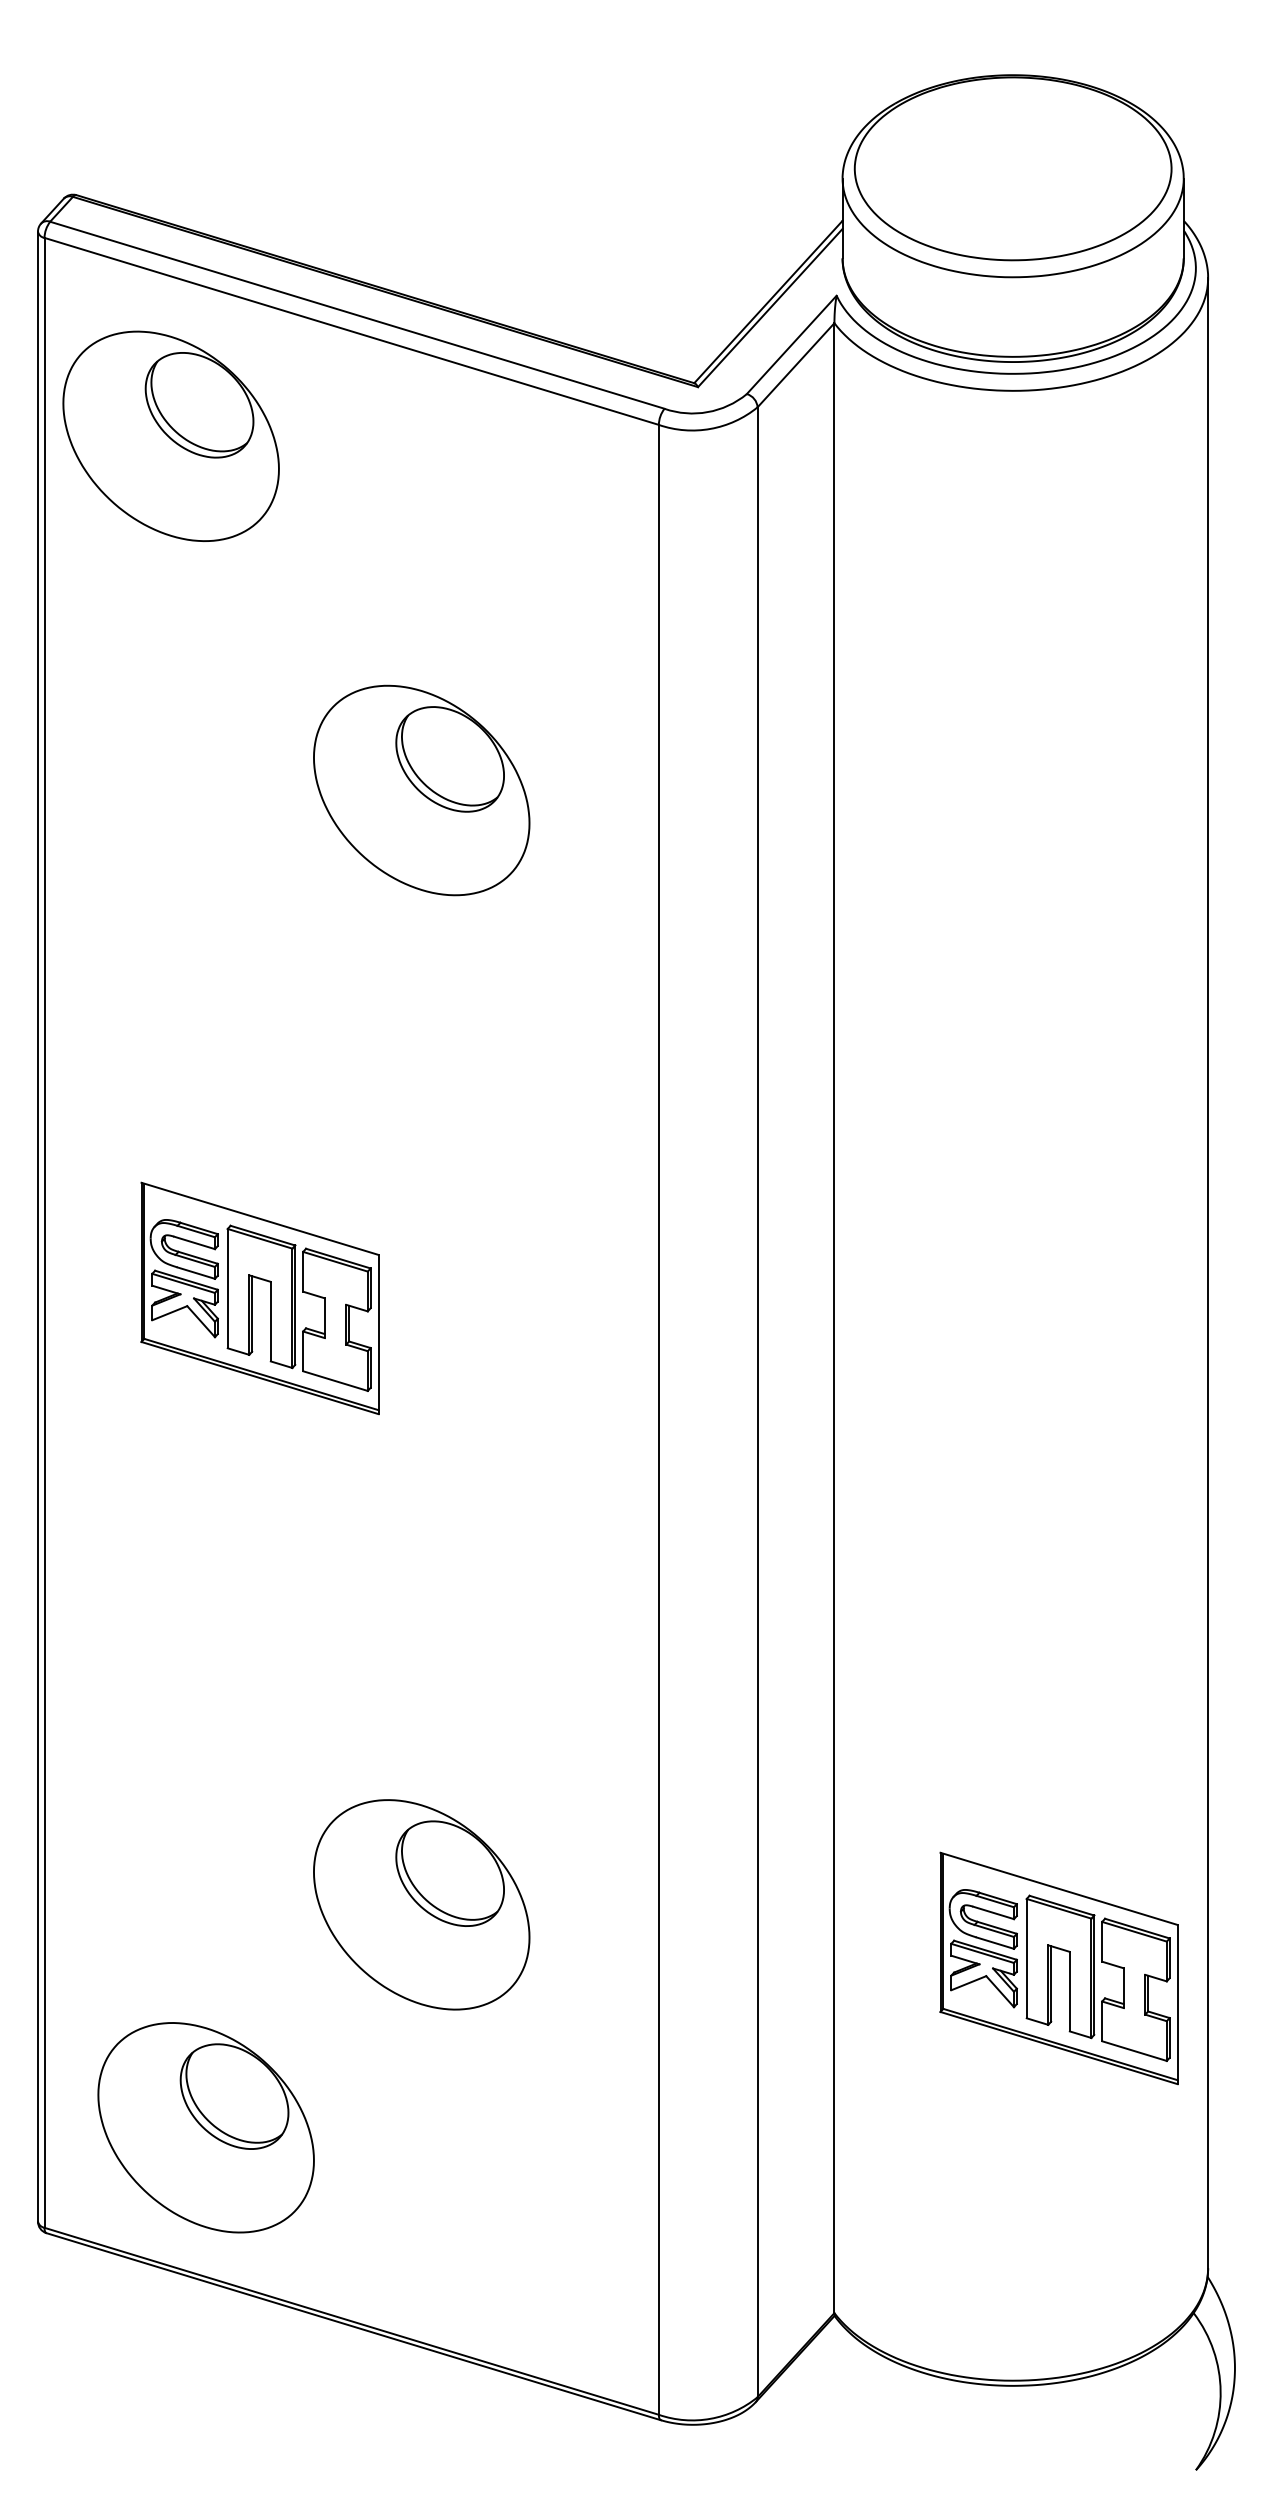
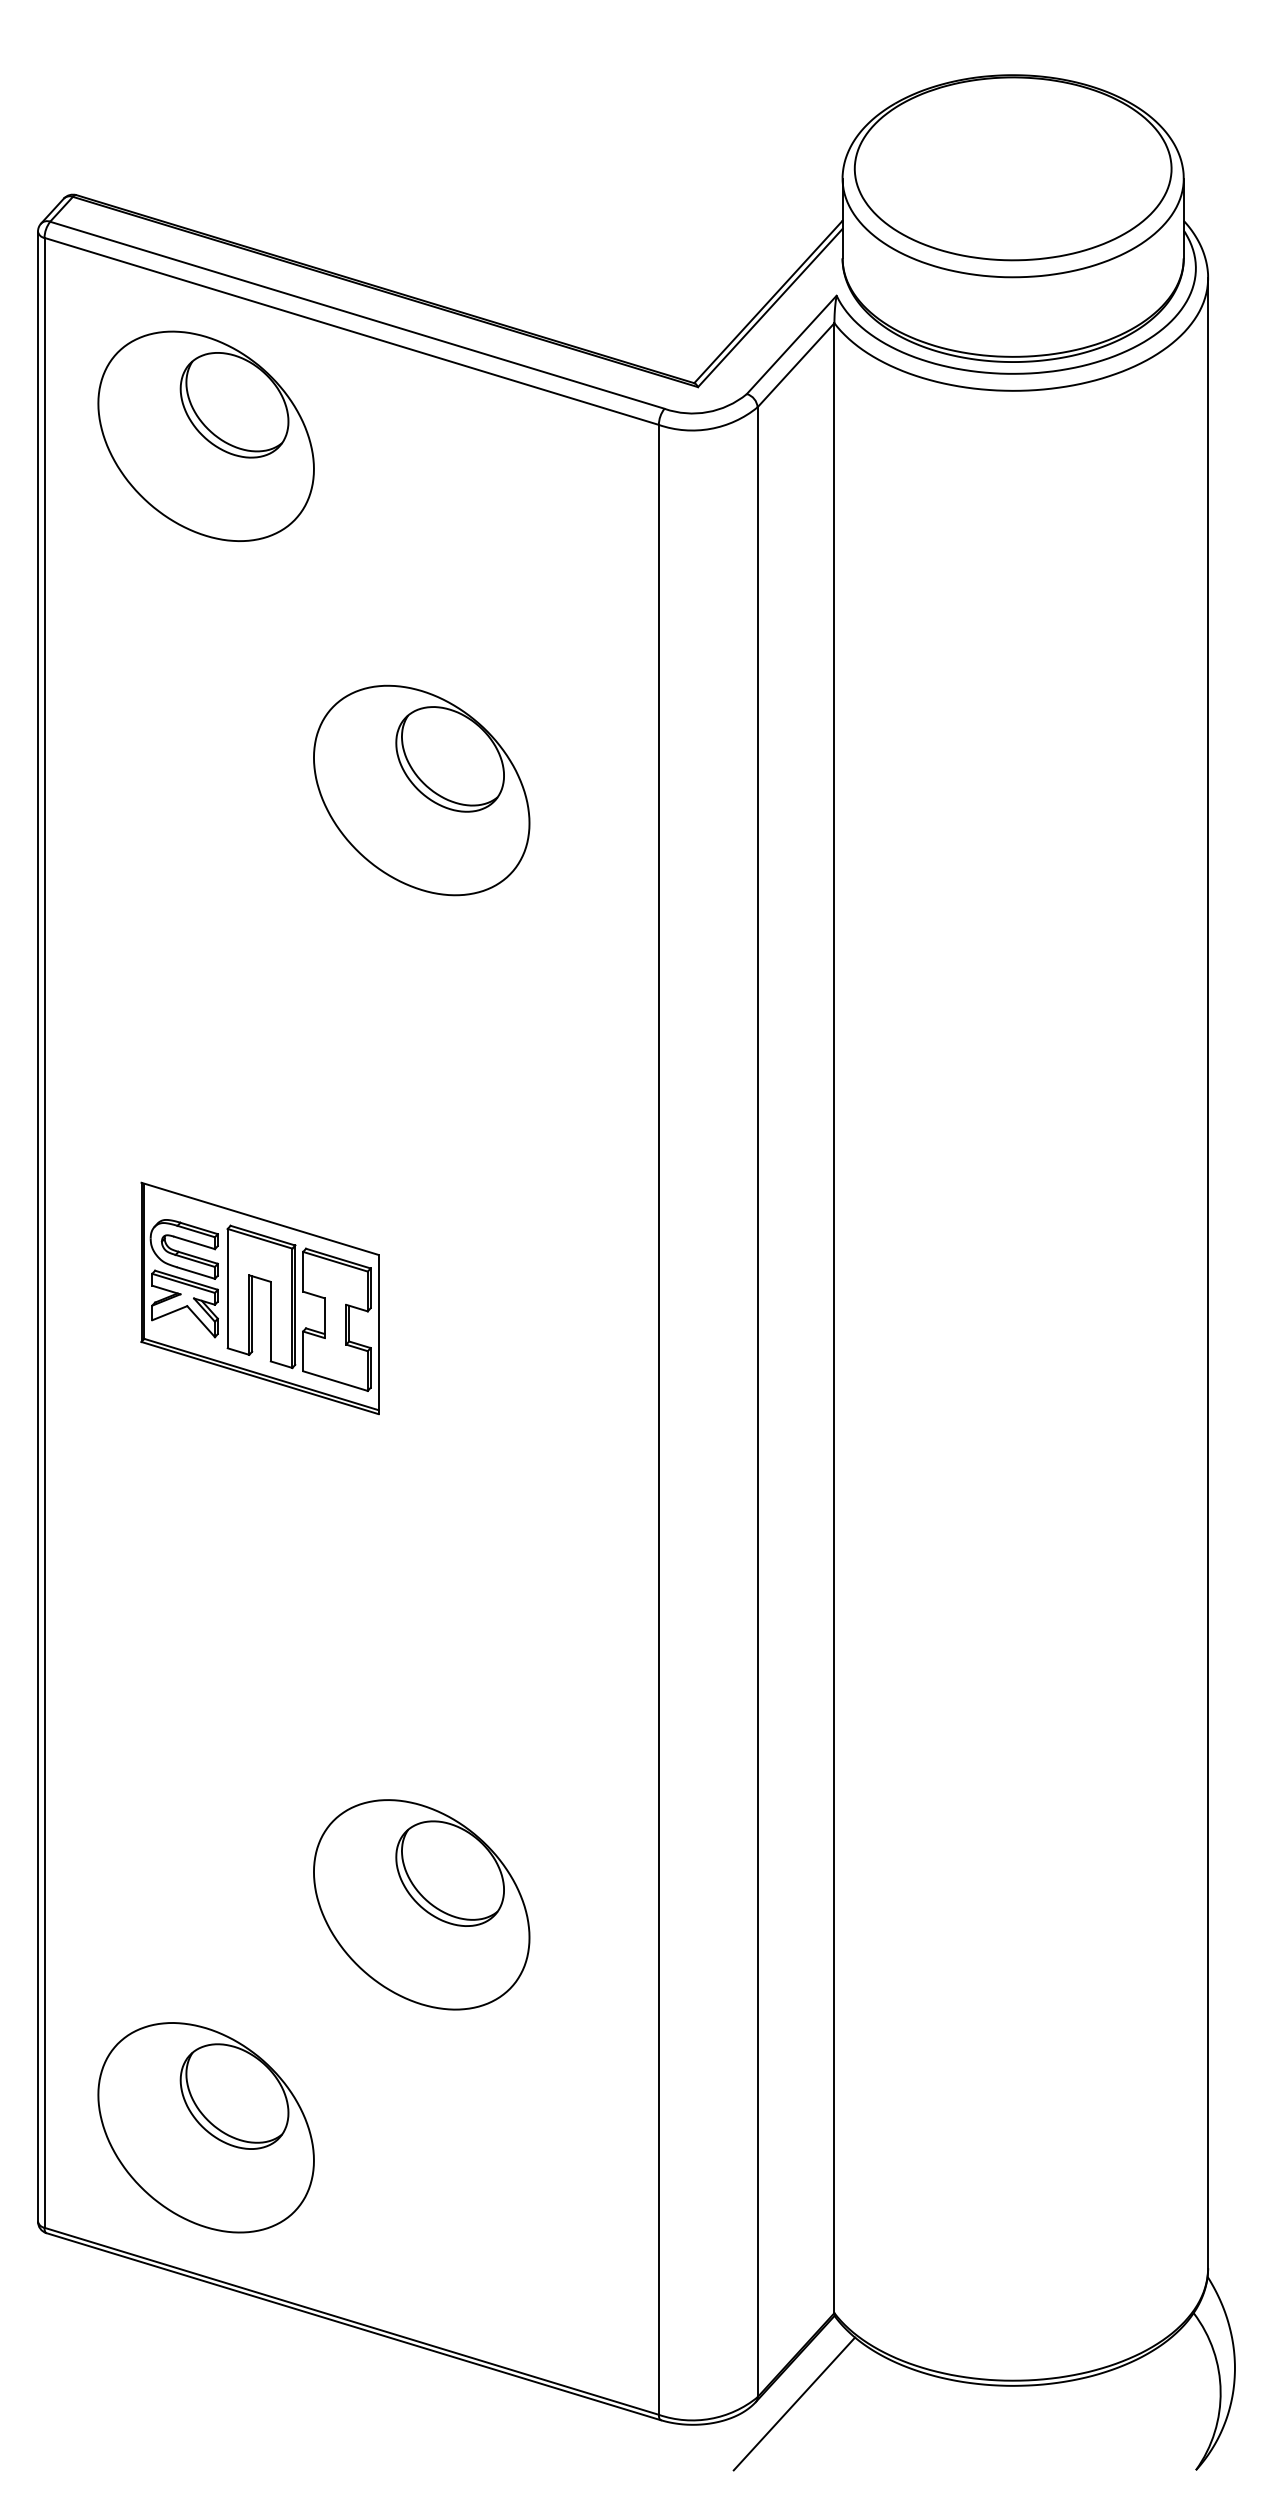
part at (170, 435) position: (170, 435) -> (205, 435)
part at (1058, 1967): present -> none
line at (794, 2403): none -> present
